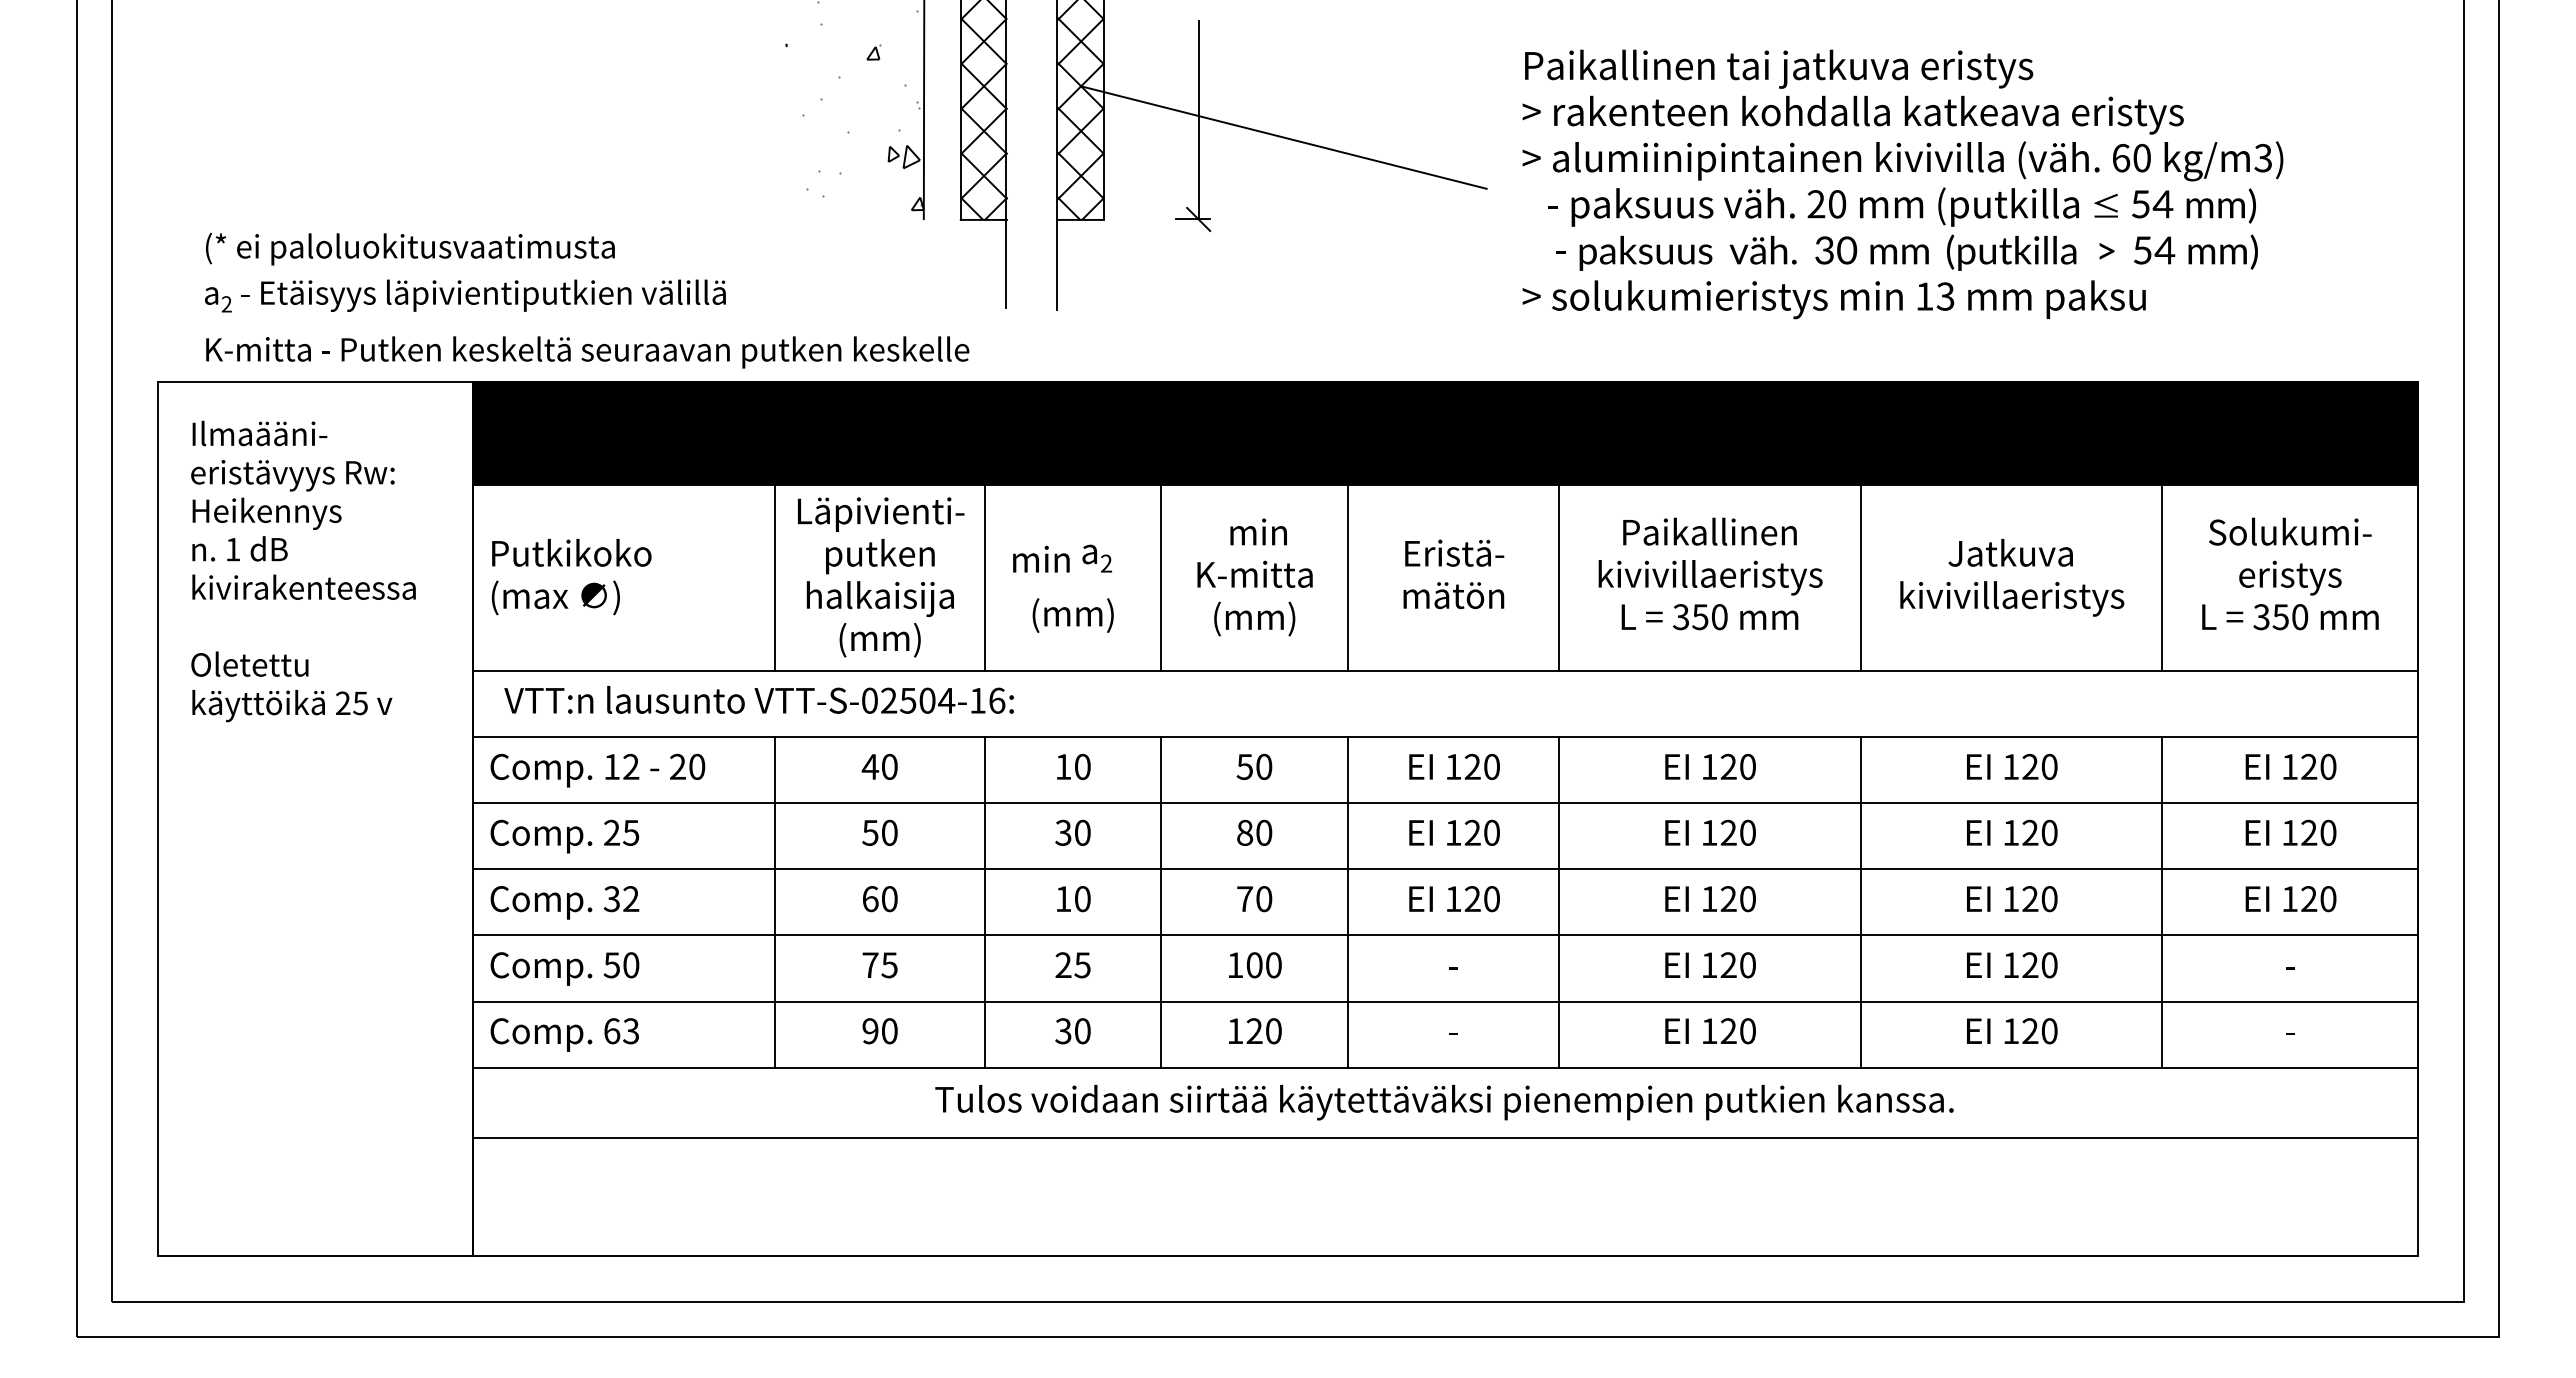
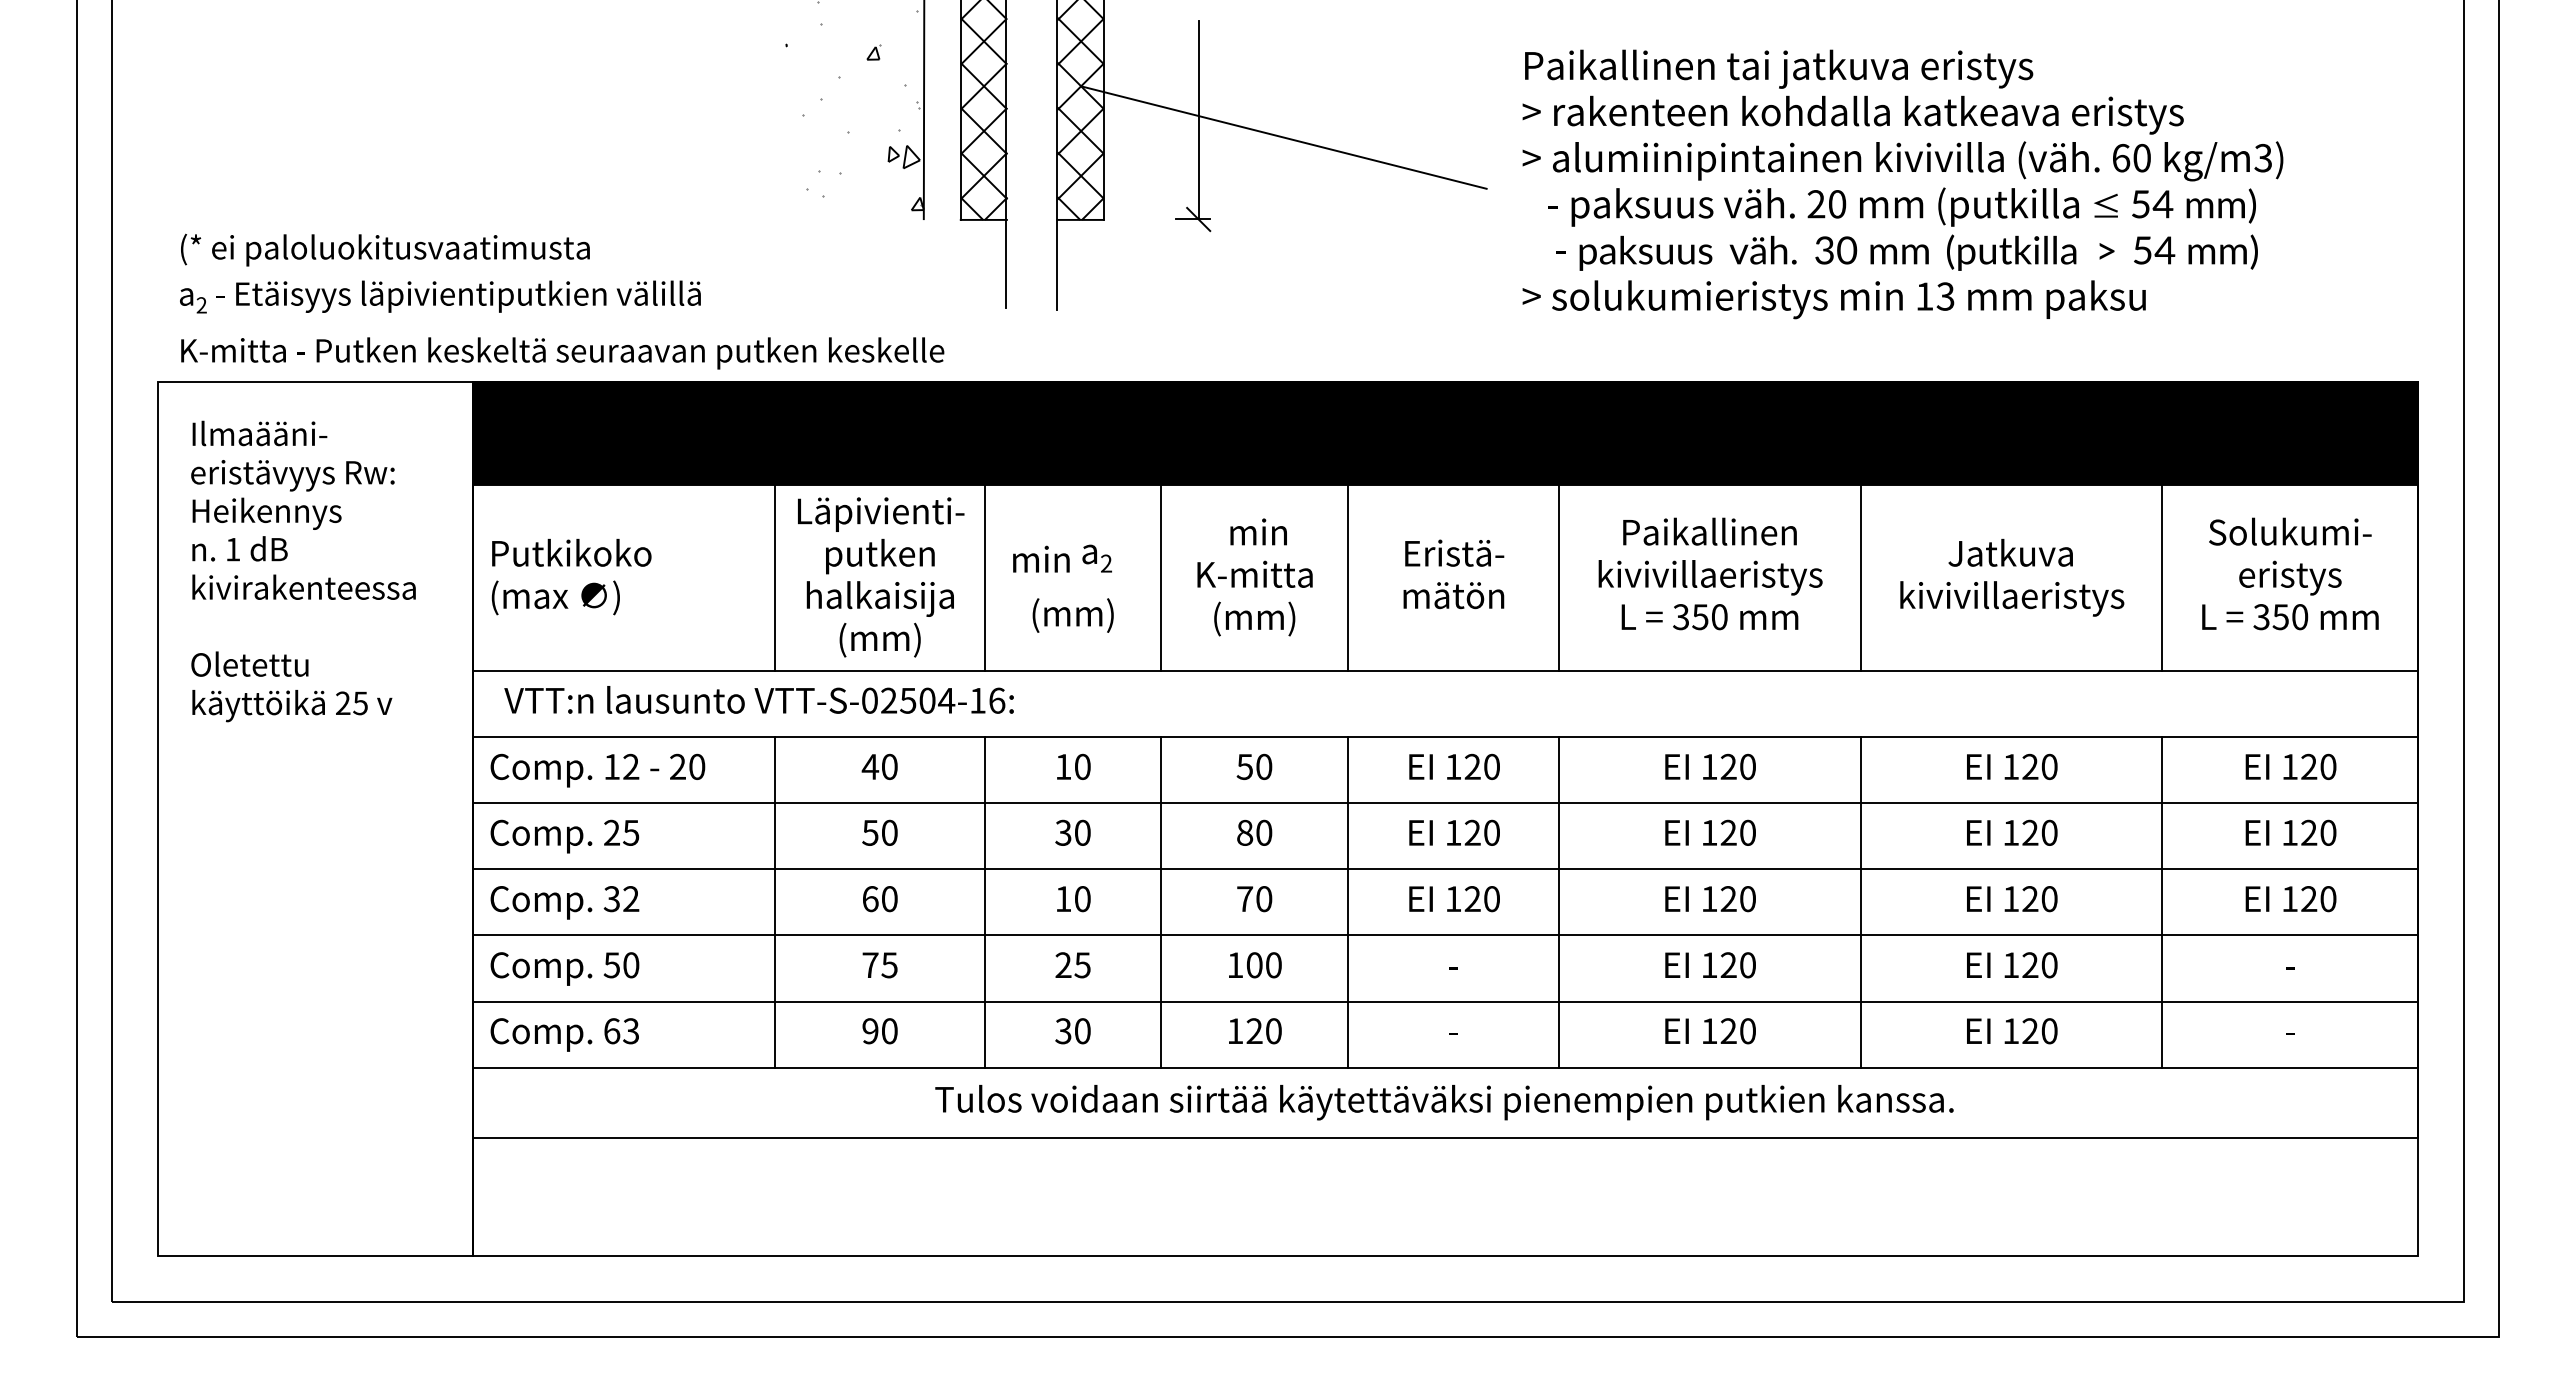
text at (587, 300) position: (587, 300) -> (562, 301)
